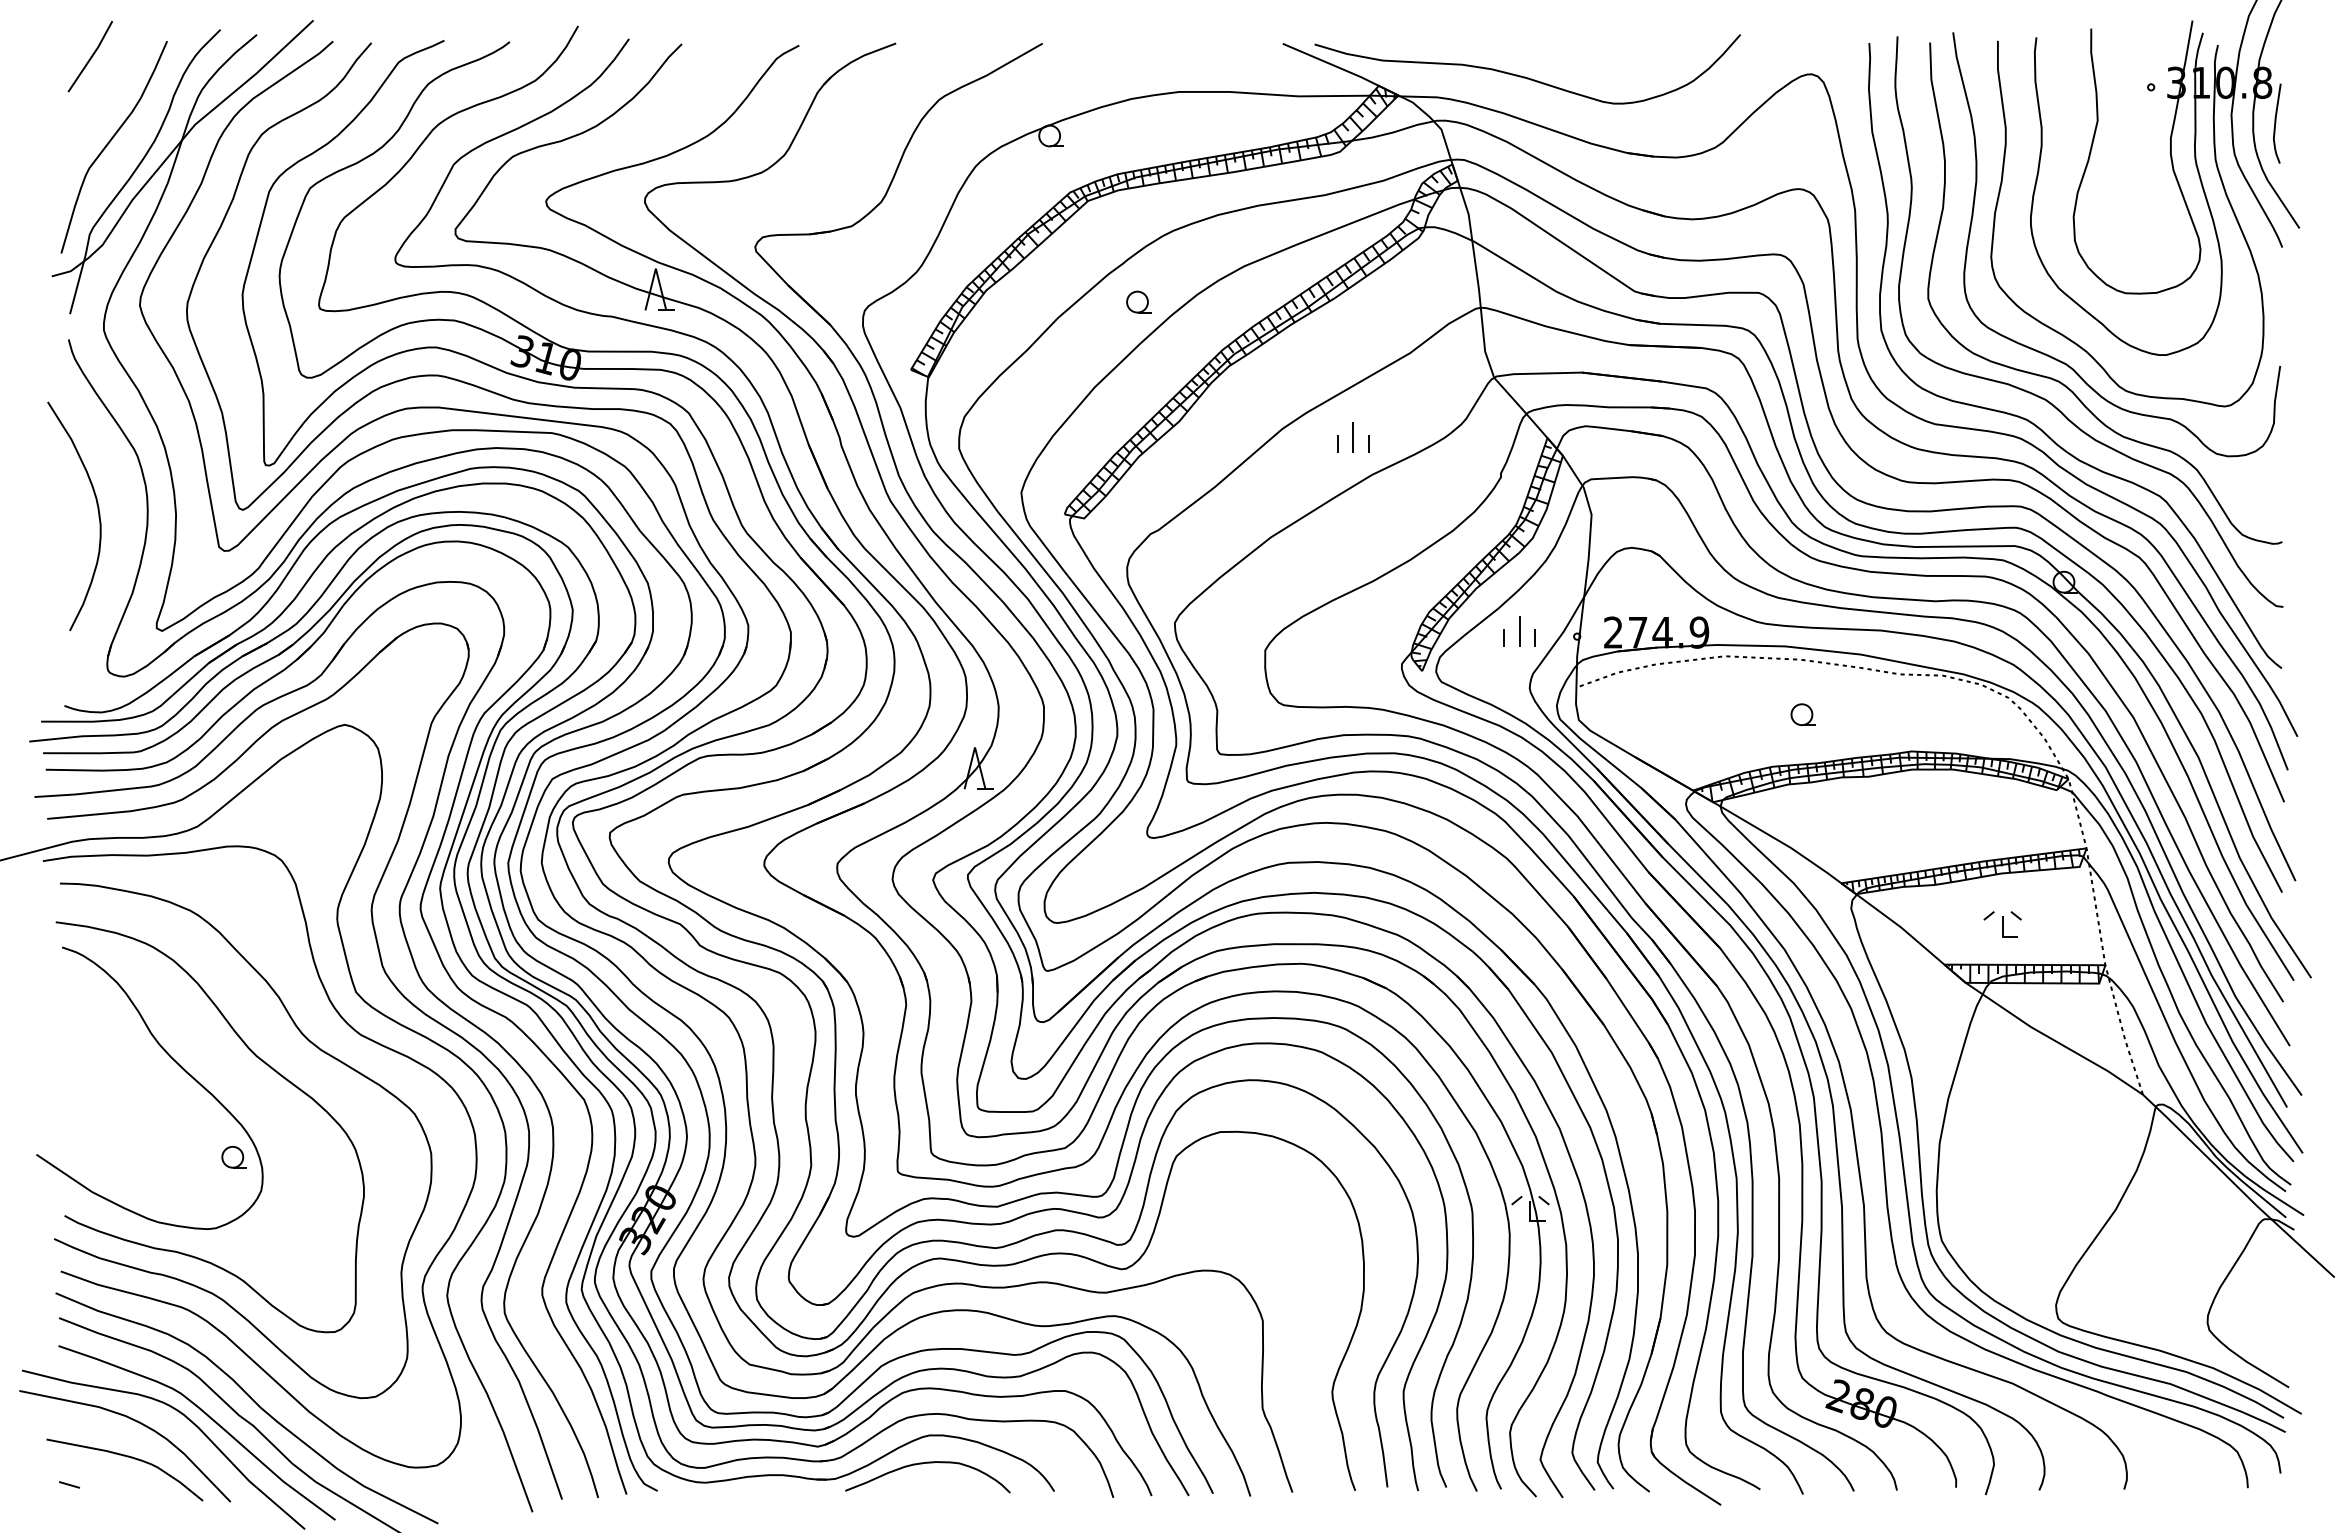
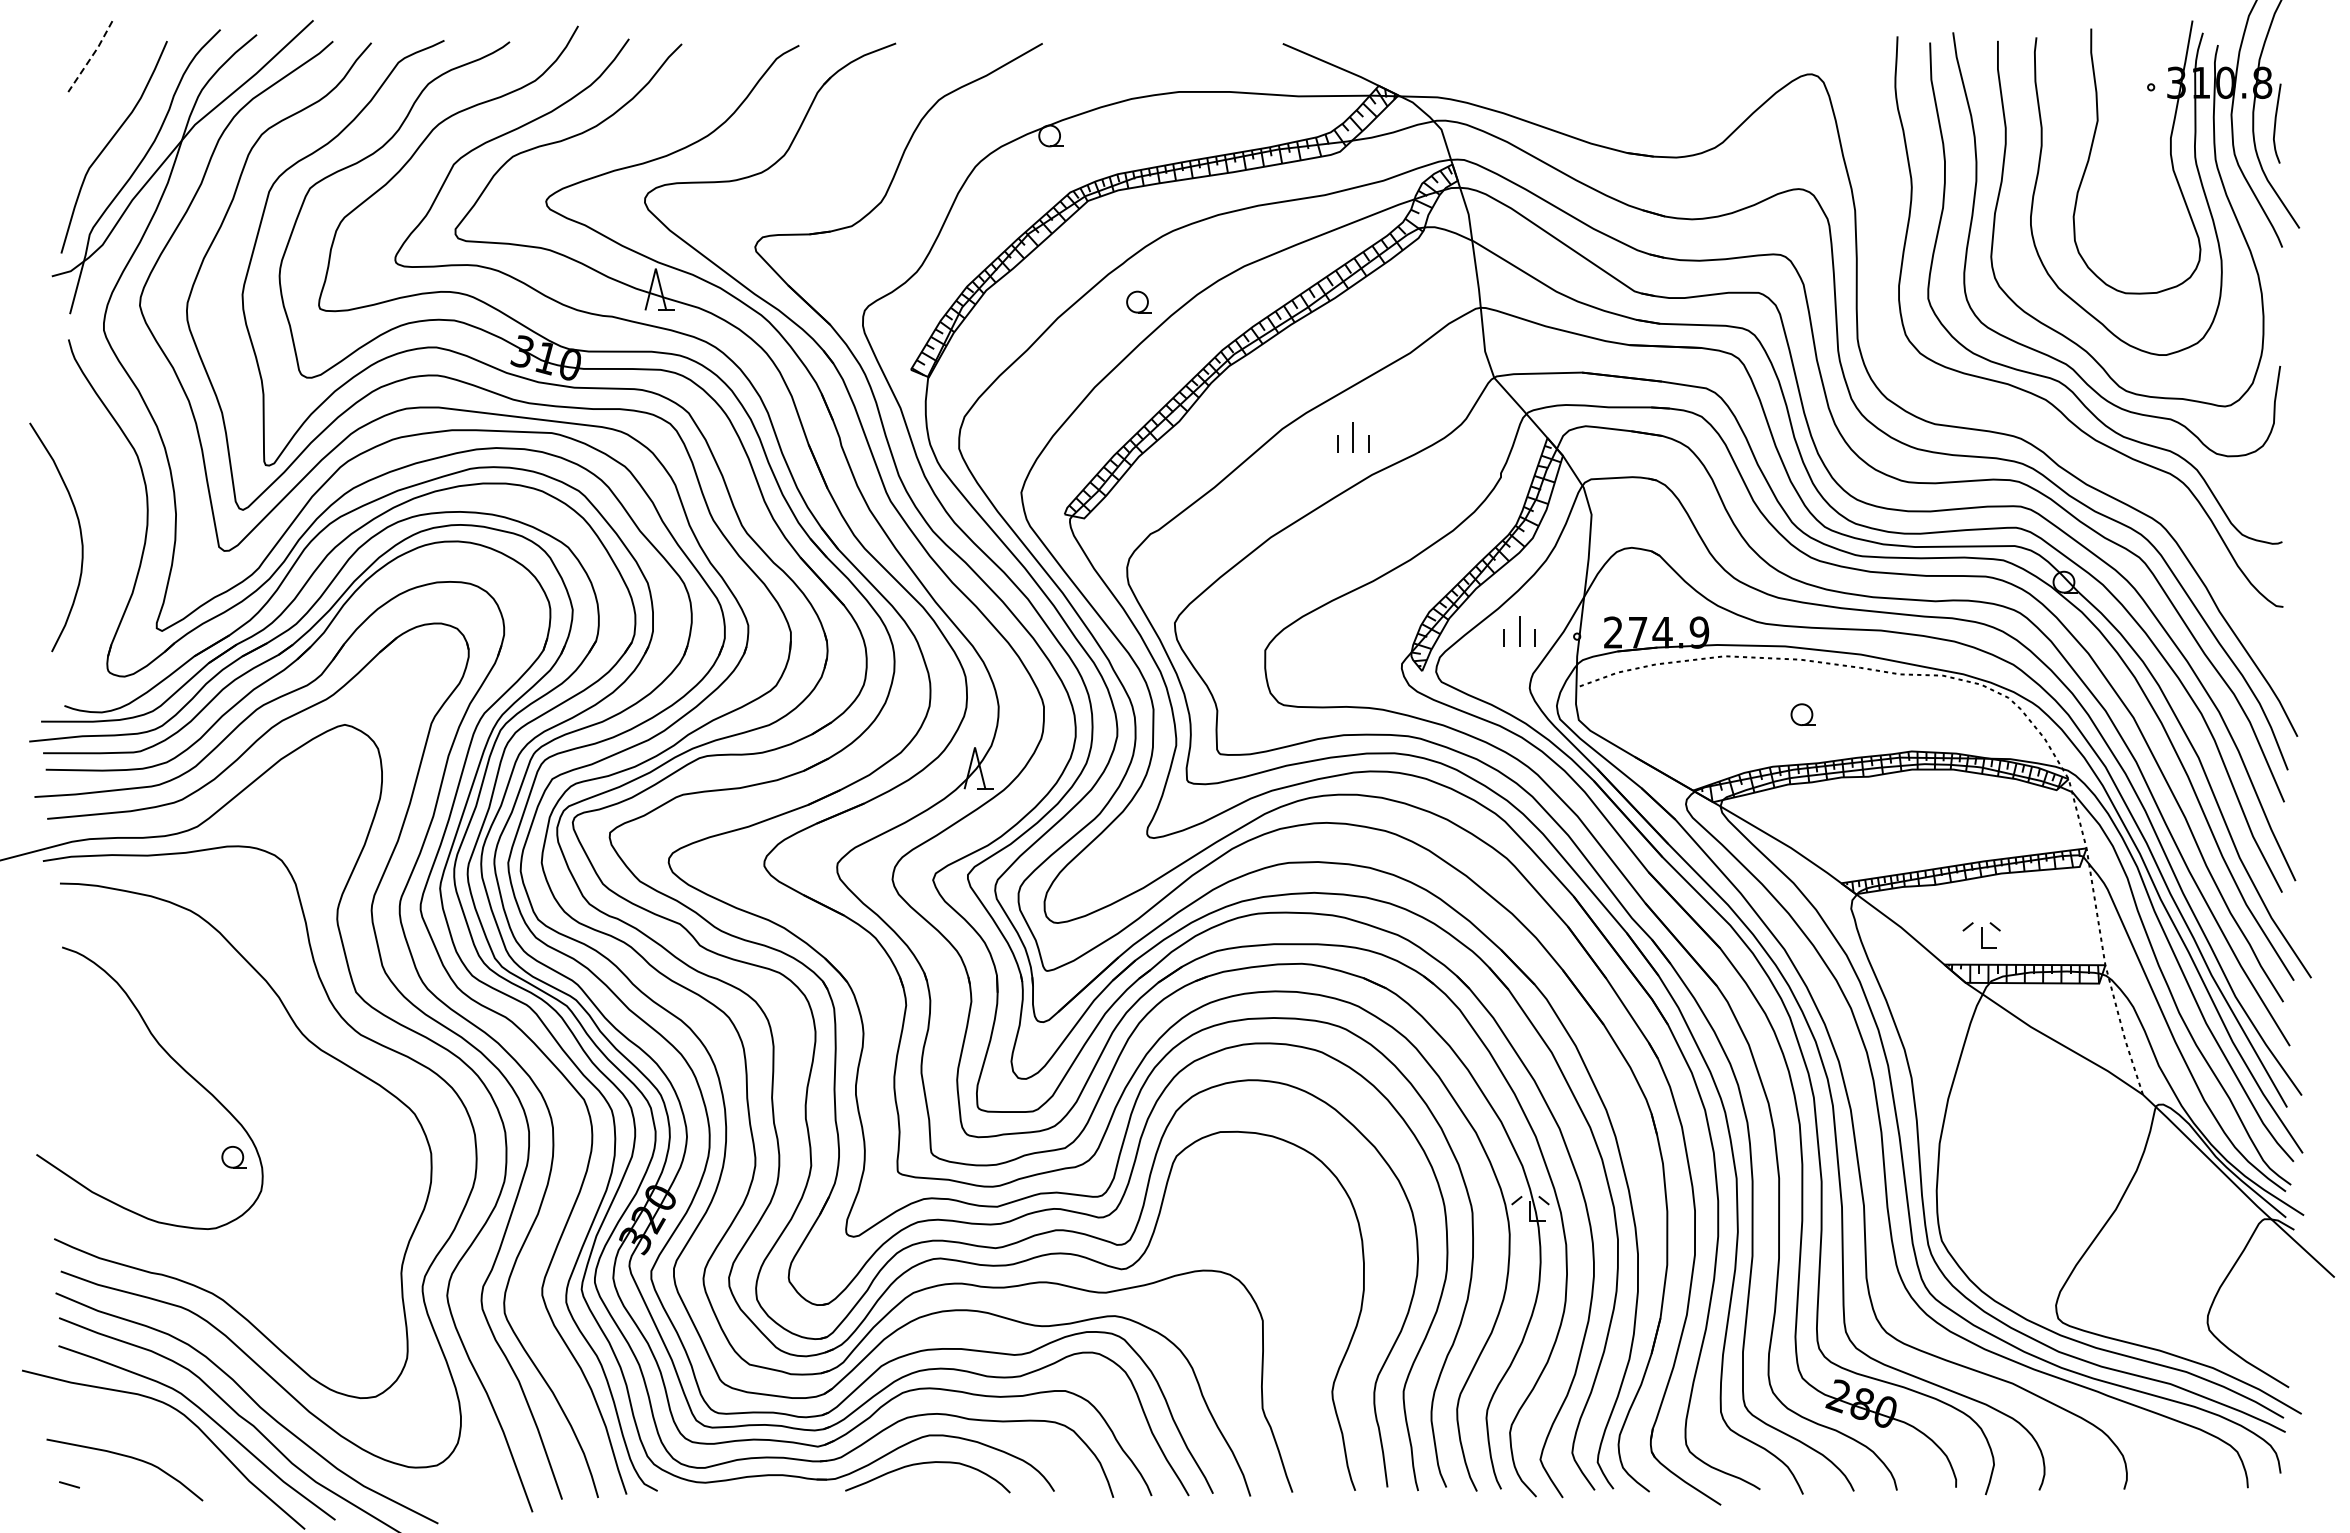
line at (91, 57): solid -> dashed
curve at (1525, 76): present -> none
curve at (2033, 422): present -> none
curve at (97, 510) position: (97, 510) -> (79, 531)
part at (2002, 924) position: (2002, 924) -> (1981, 935)
curve at (261, 1061): present -> none
curve at (136, 1422): present -> none
